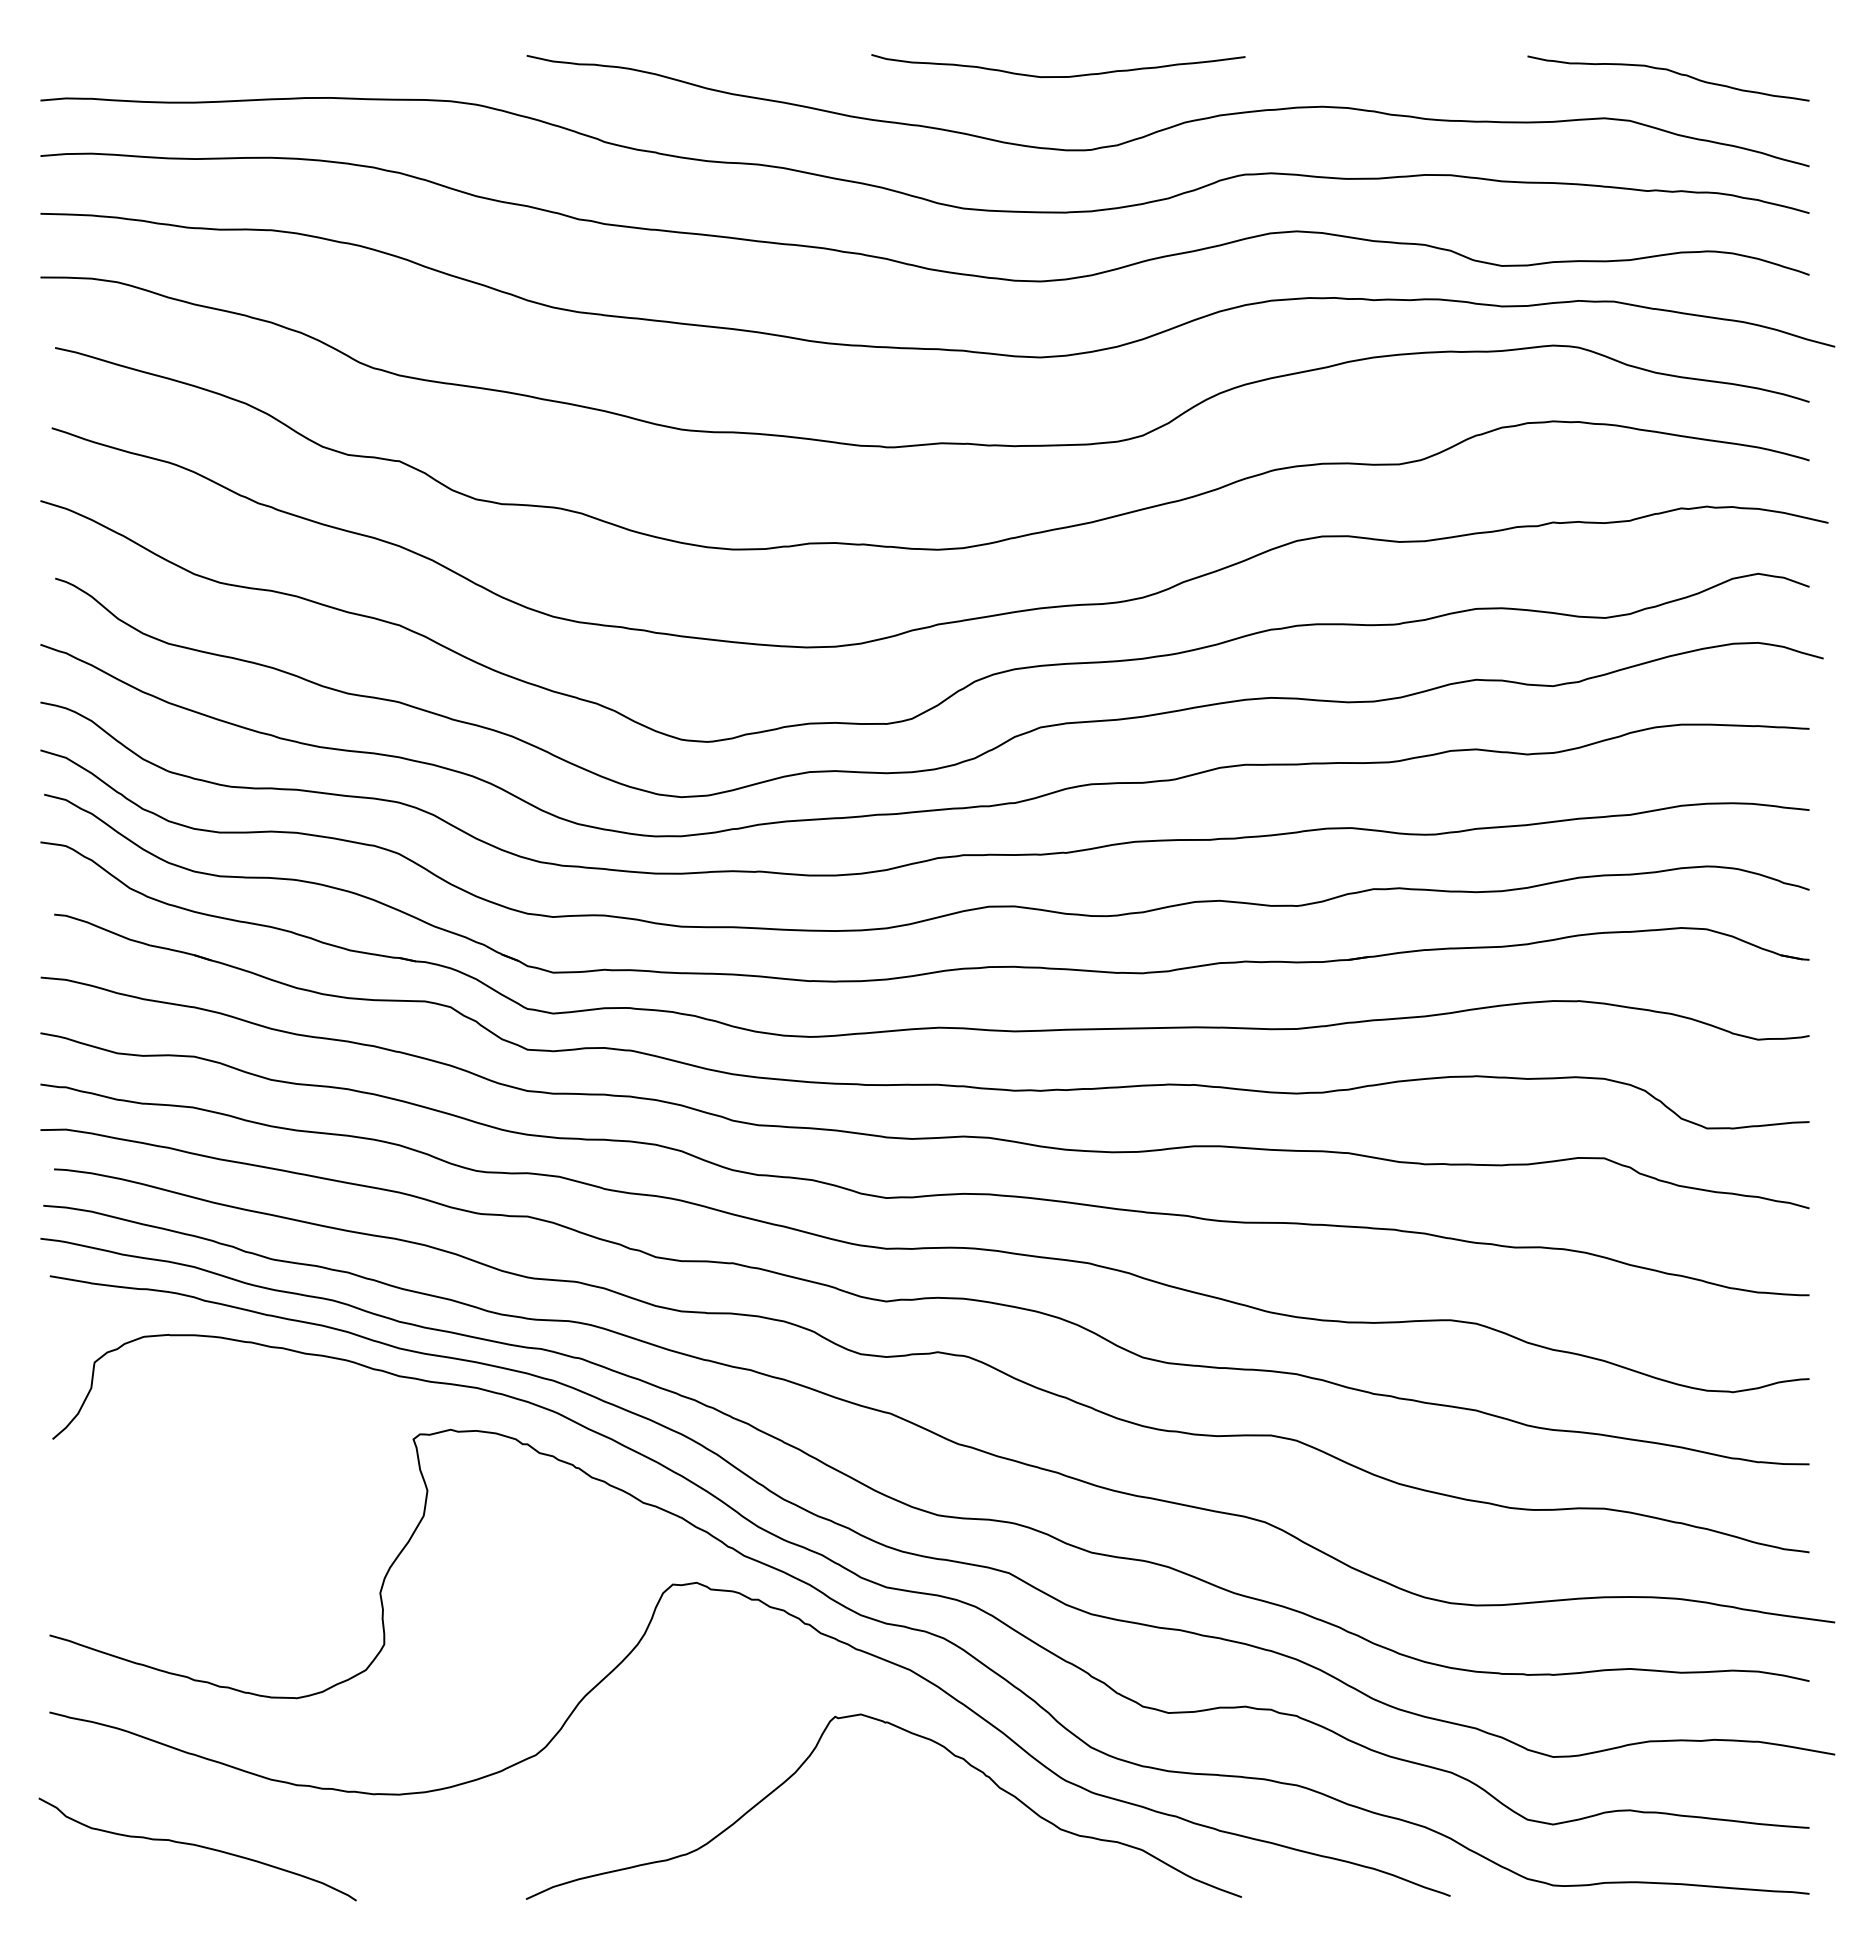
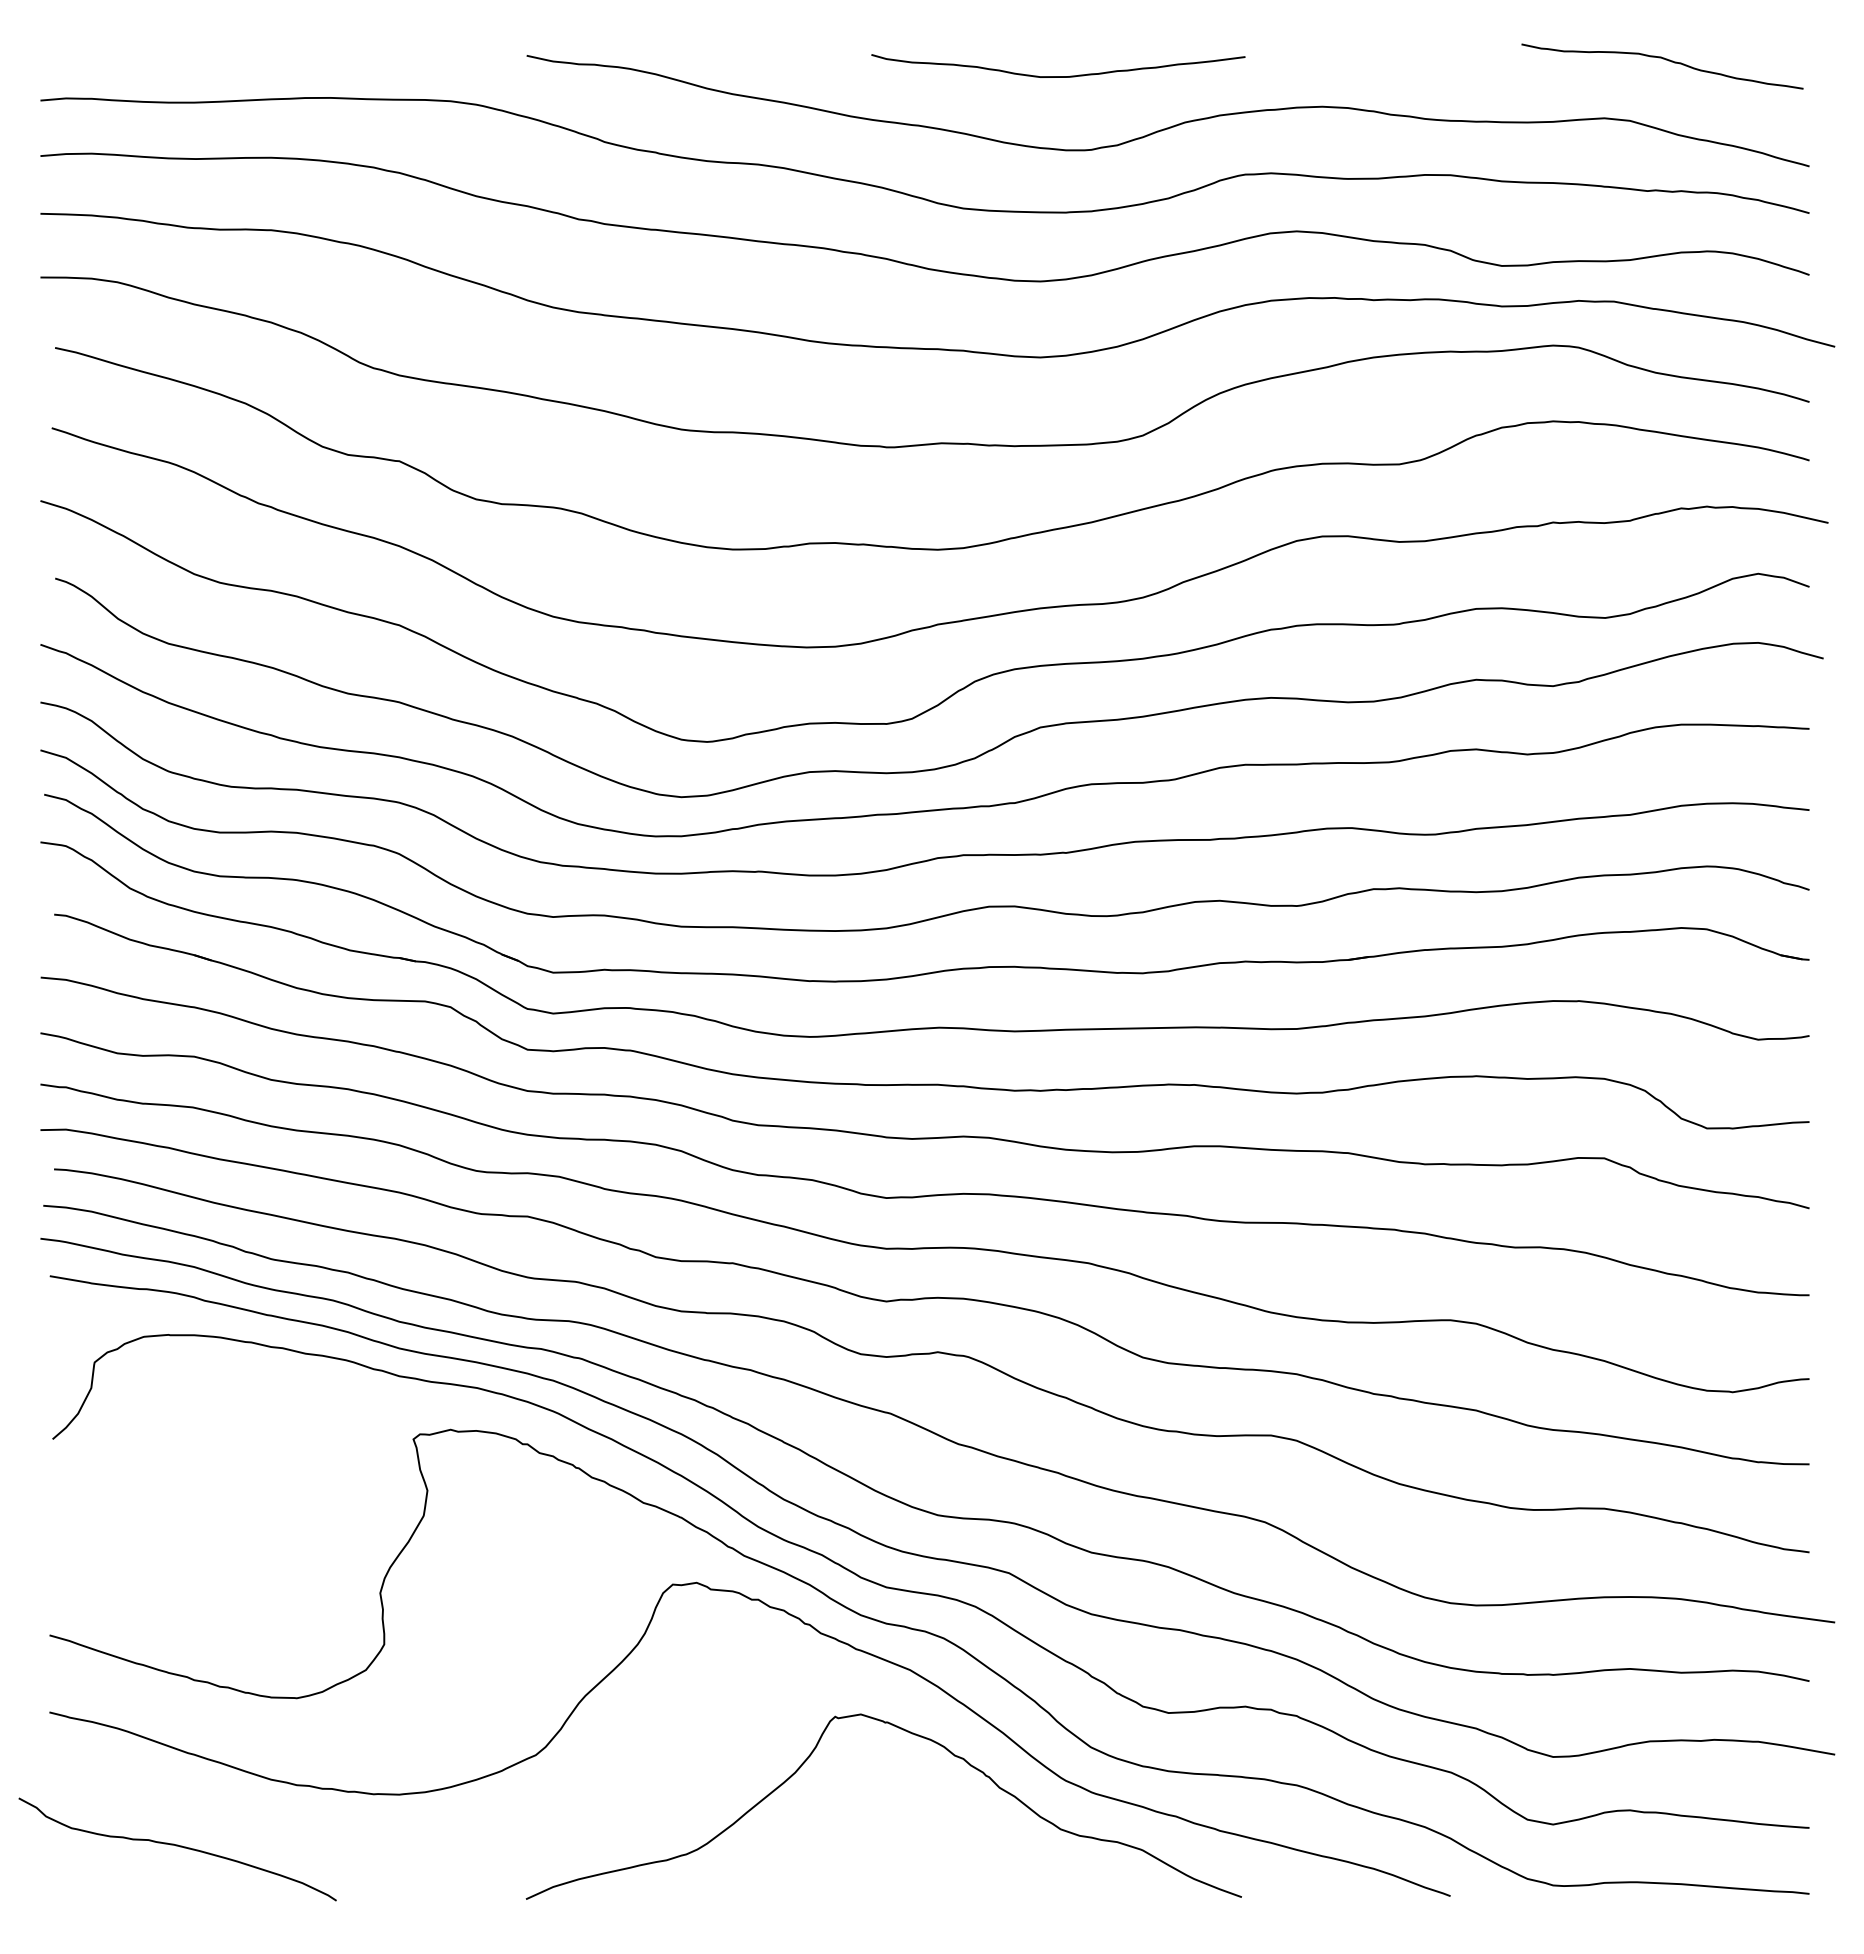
curve at (1671, 72) position: (1671, 72) -> (1665, 60)
curve at (197, 1846) position: (197, 1846) -> (177, 1846)
